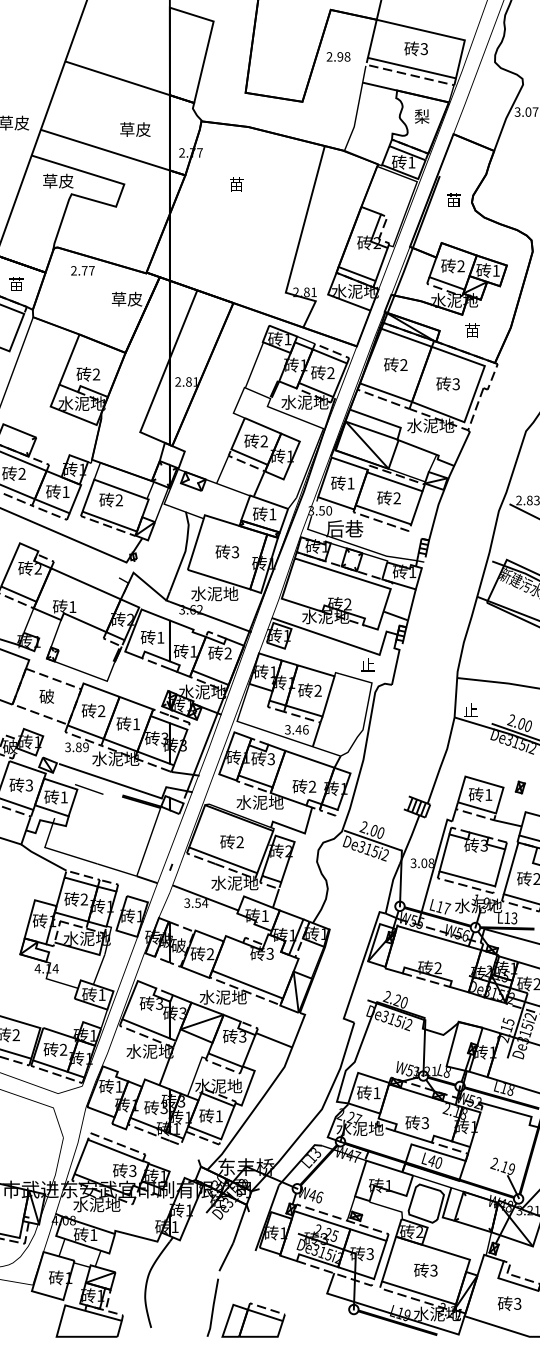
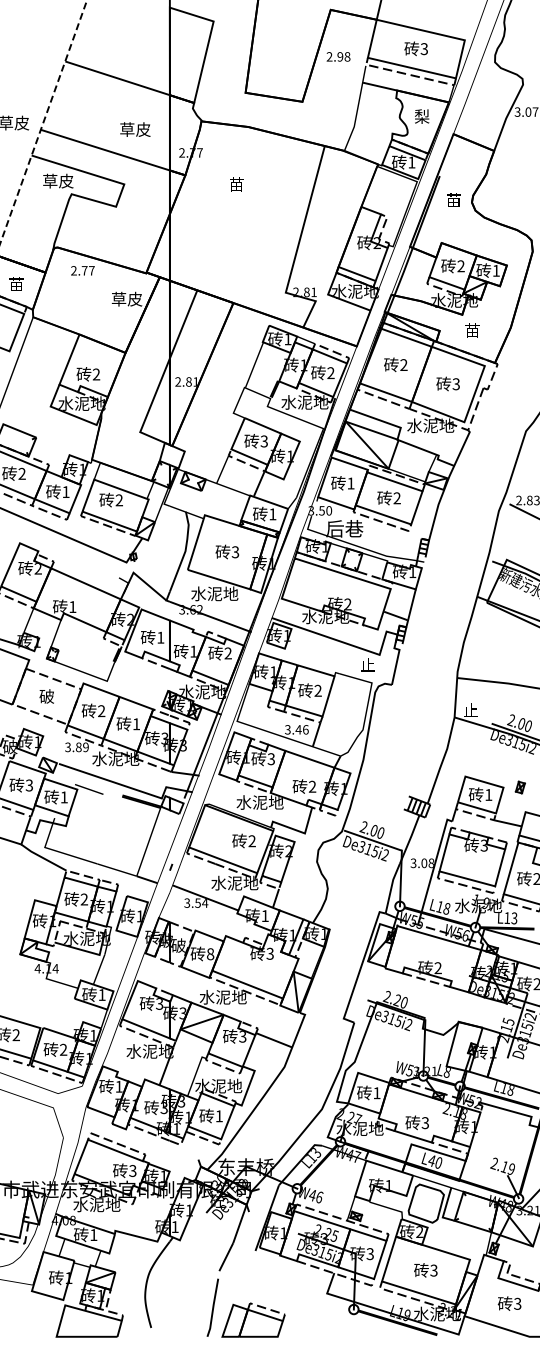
line at (43, 122): solid -> dashed
text at (263, 441): 2 -> 3
text at (231, 841) position: (231, 841) -> (243, 840)
text at (447, 908): L17 -> L18
text at (210, 954): 2 -> 8
